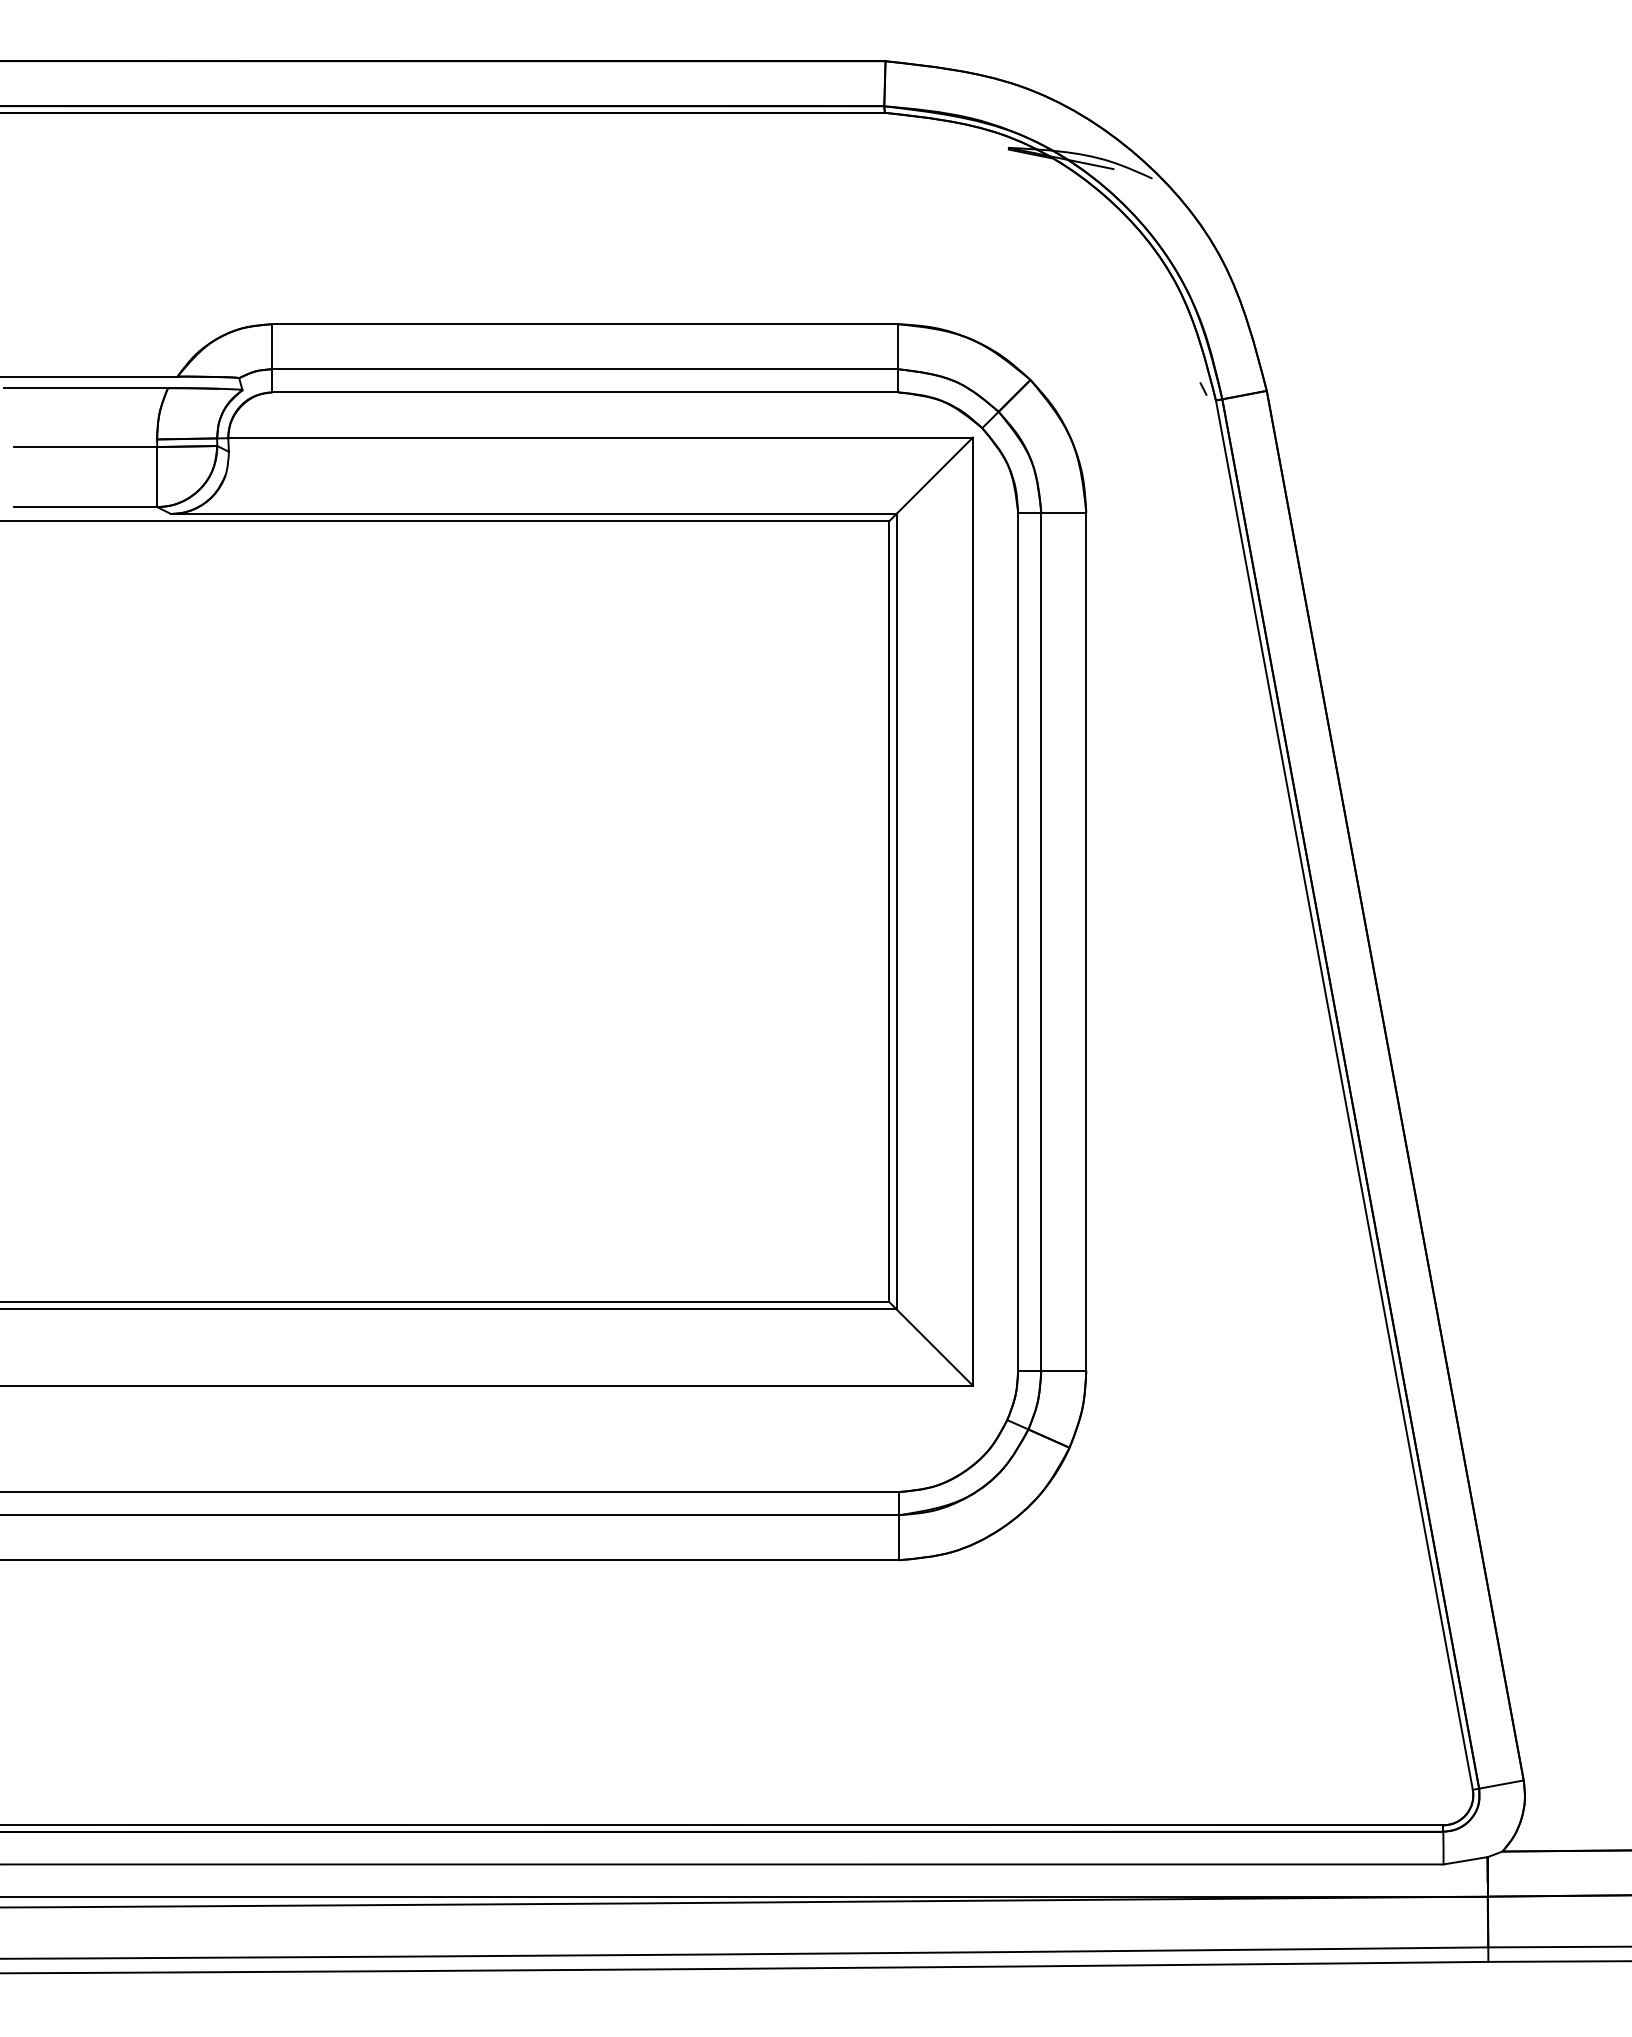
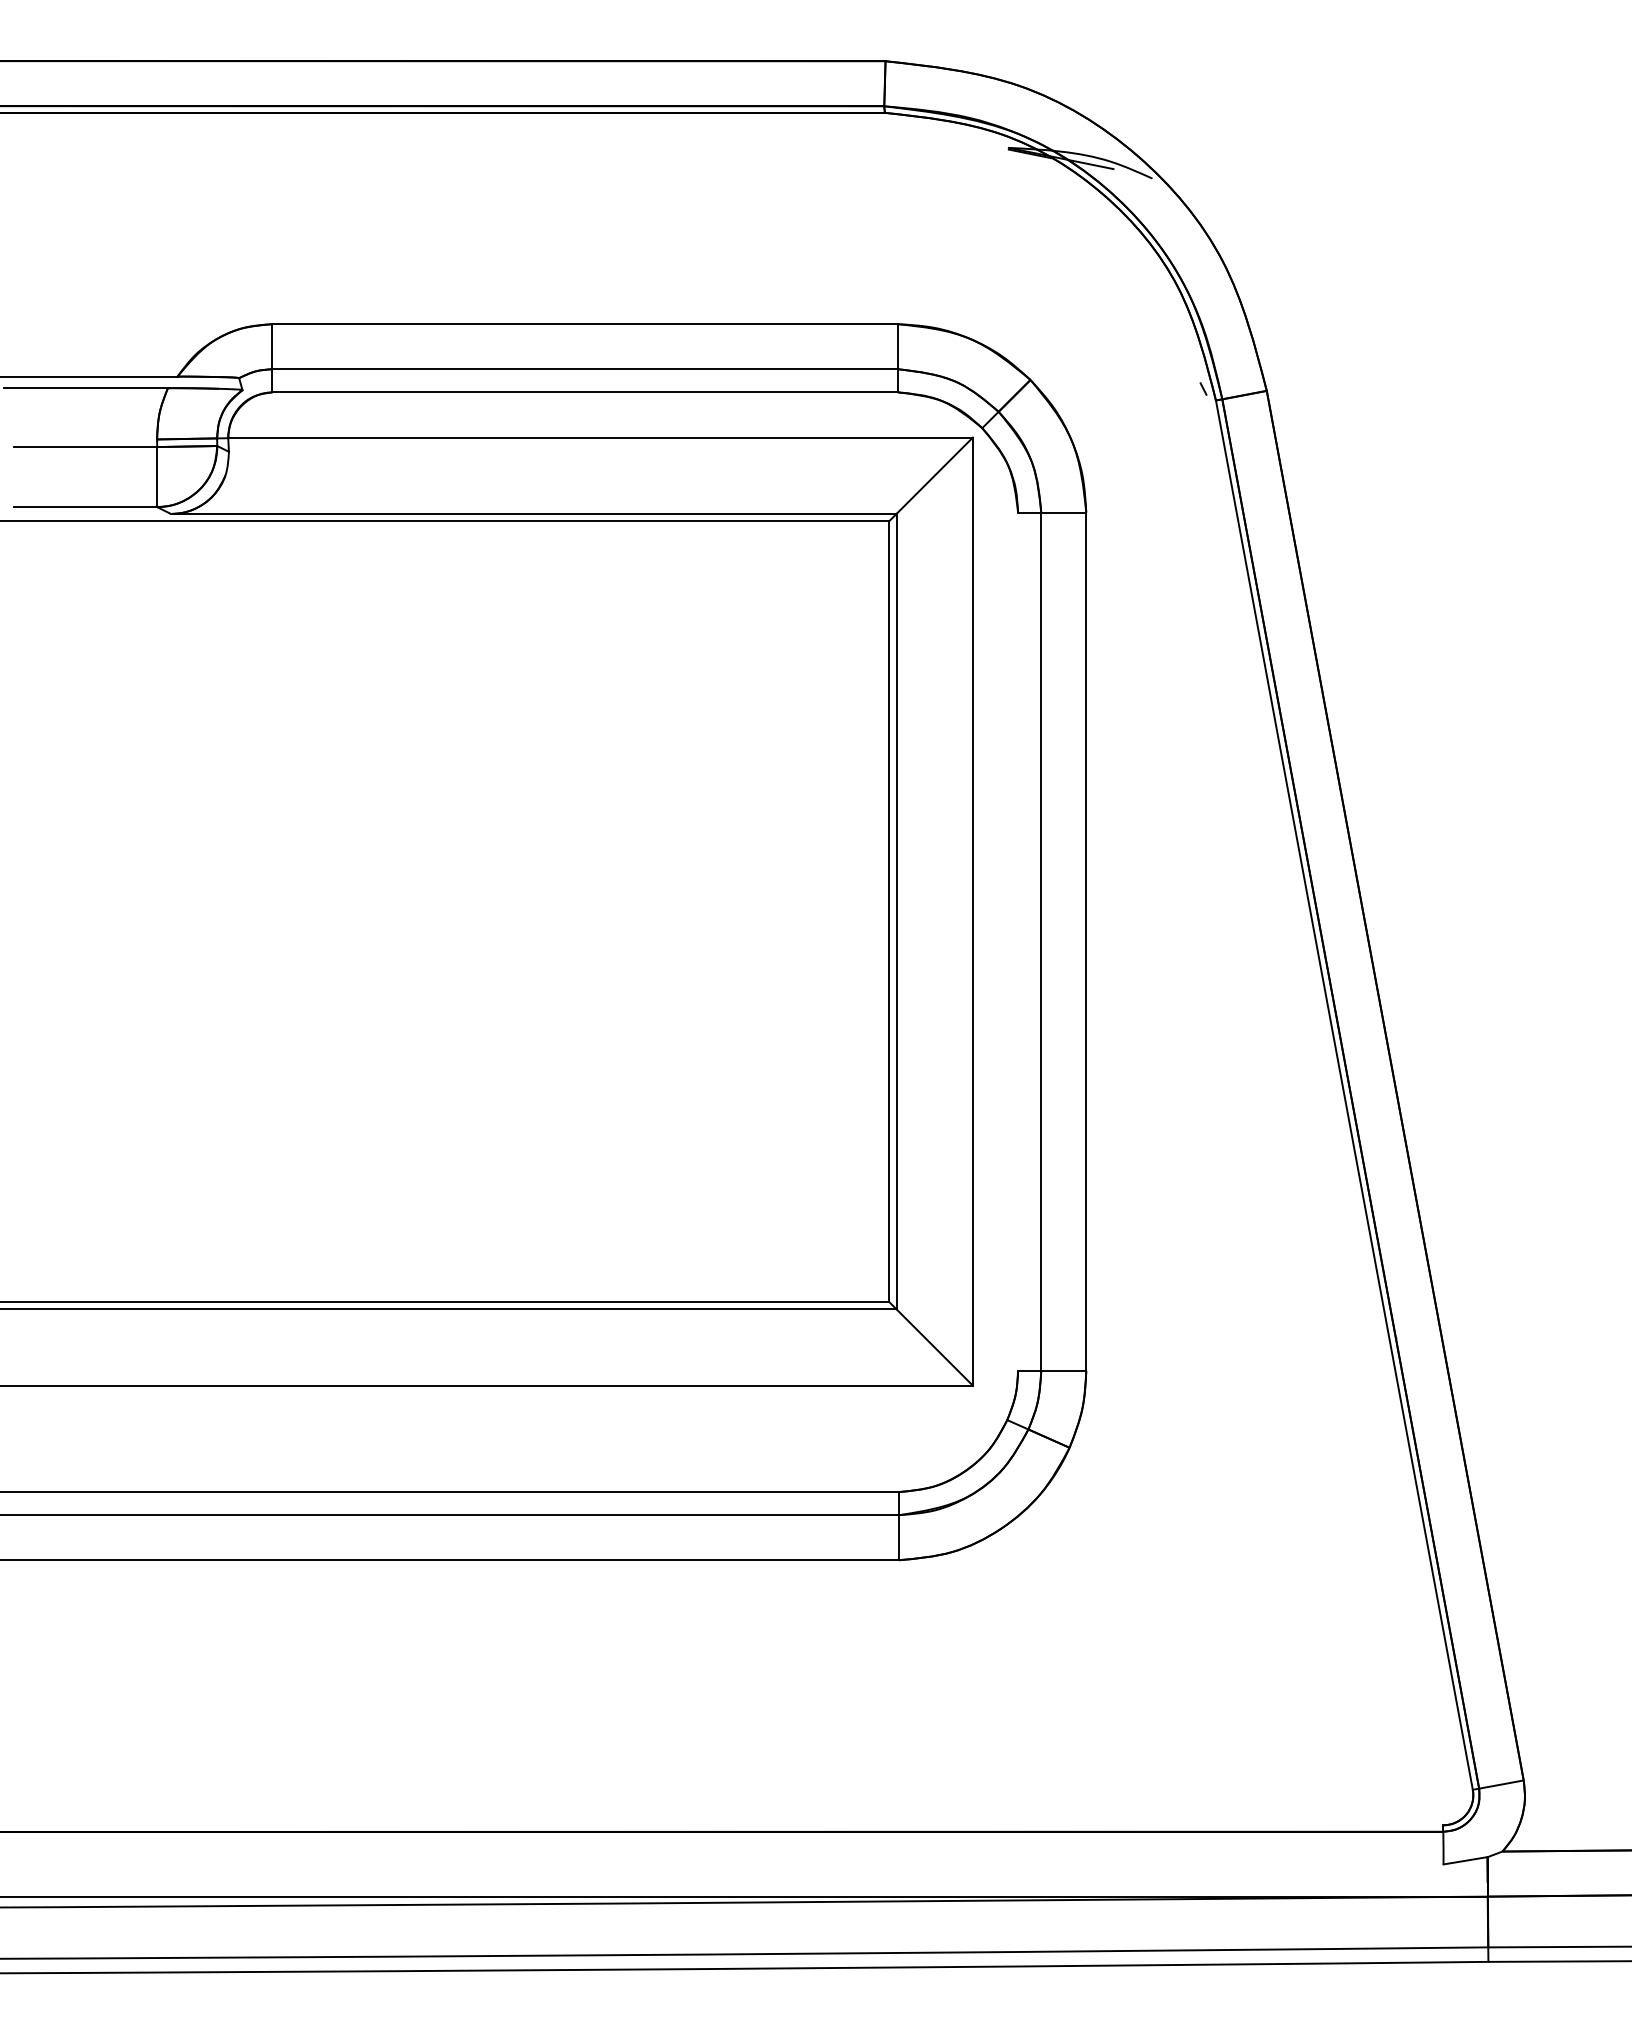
line at (1018, 941): present -> none
line at (722, 1825): present -> none
line at (722, 1864): present -> none
